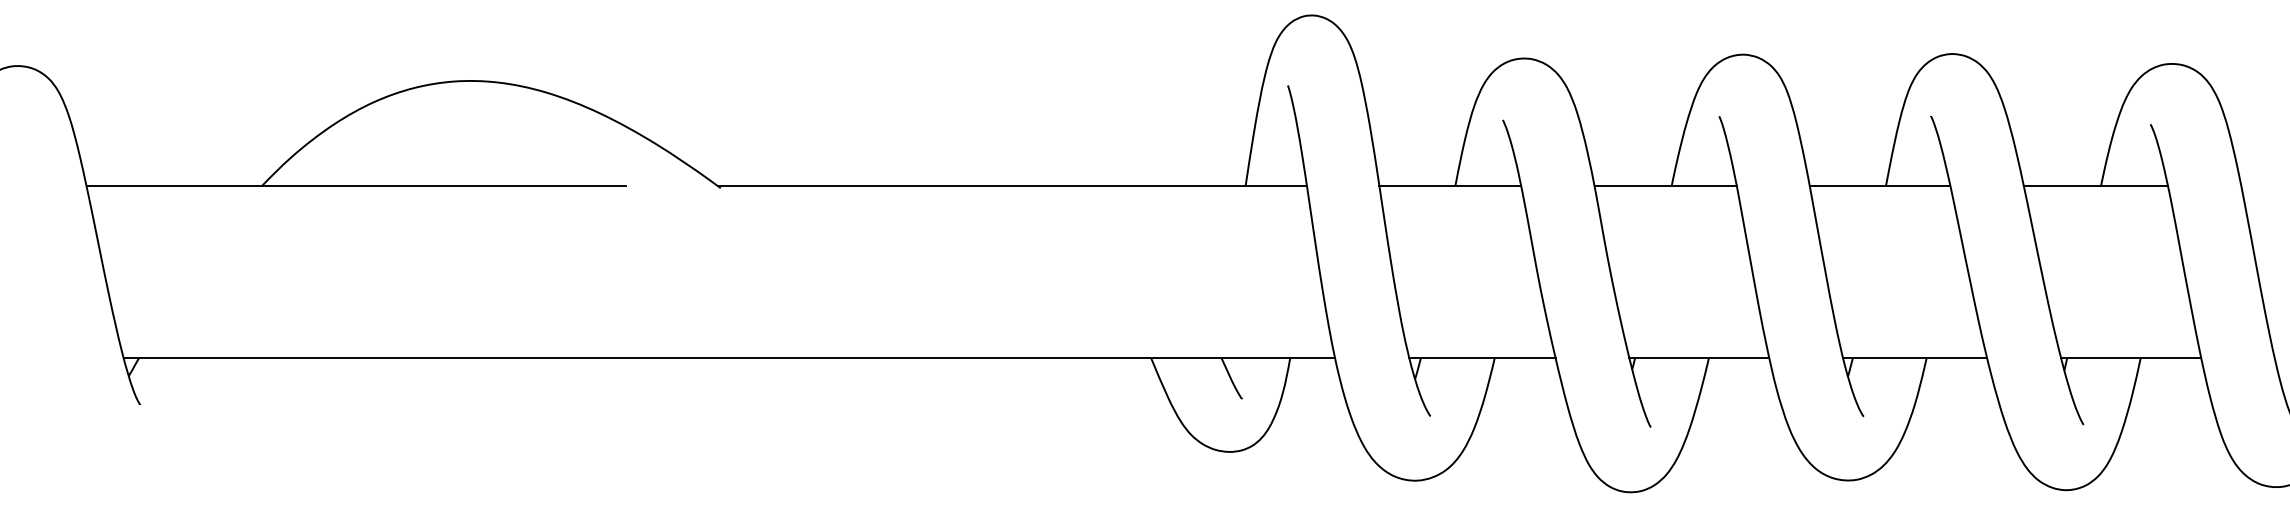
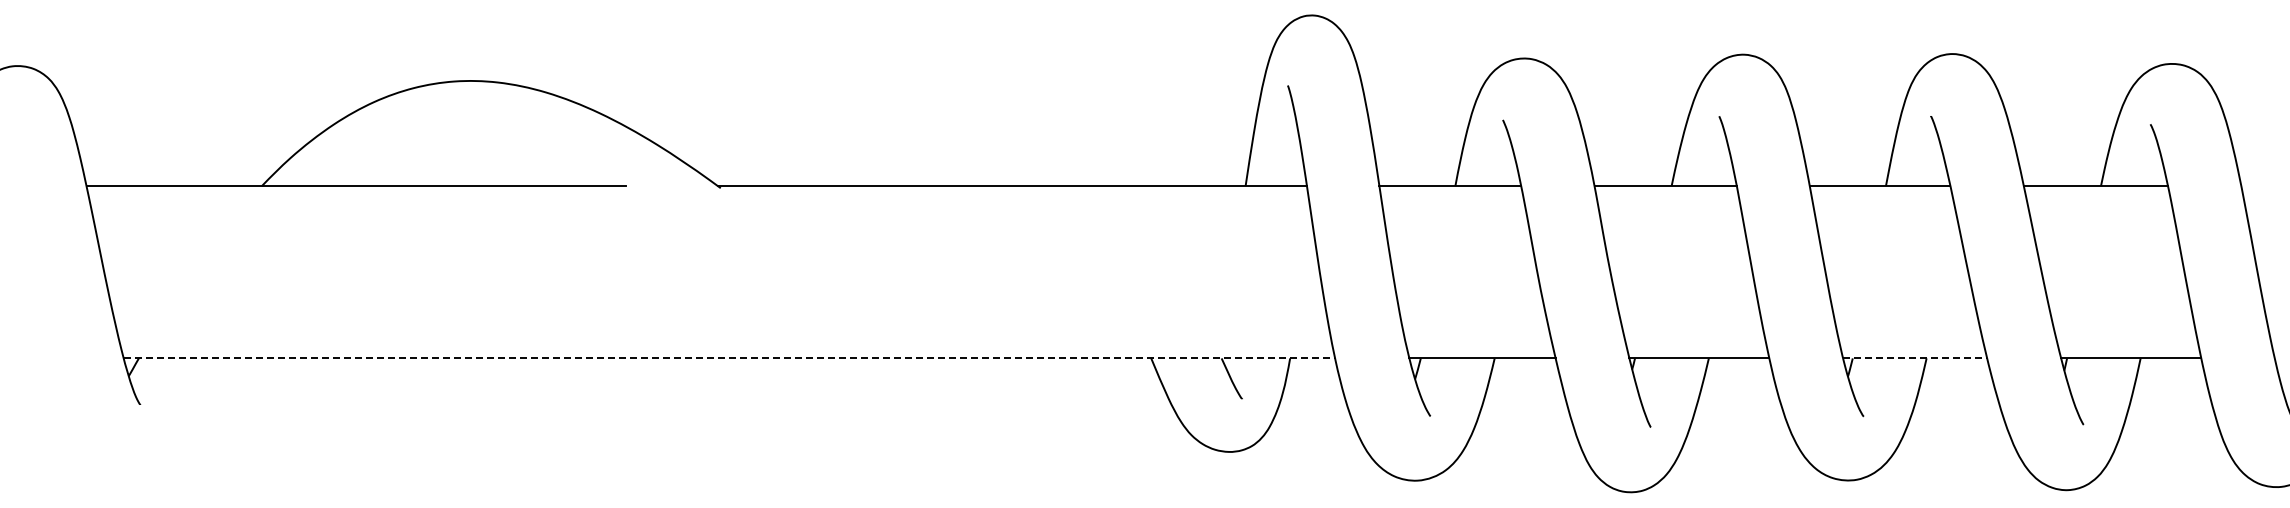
line at (729, 358): solid -> dashed
line at (1915, 358): solid -> dashed
